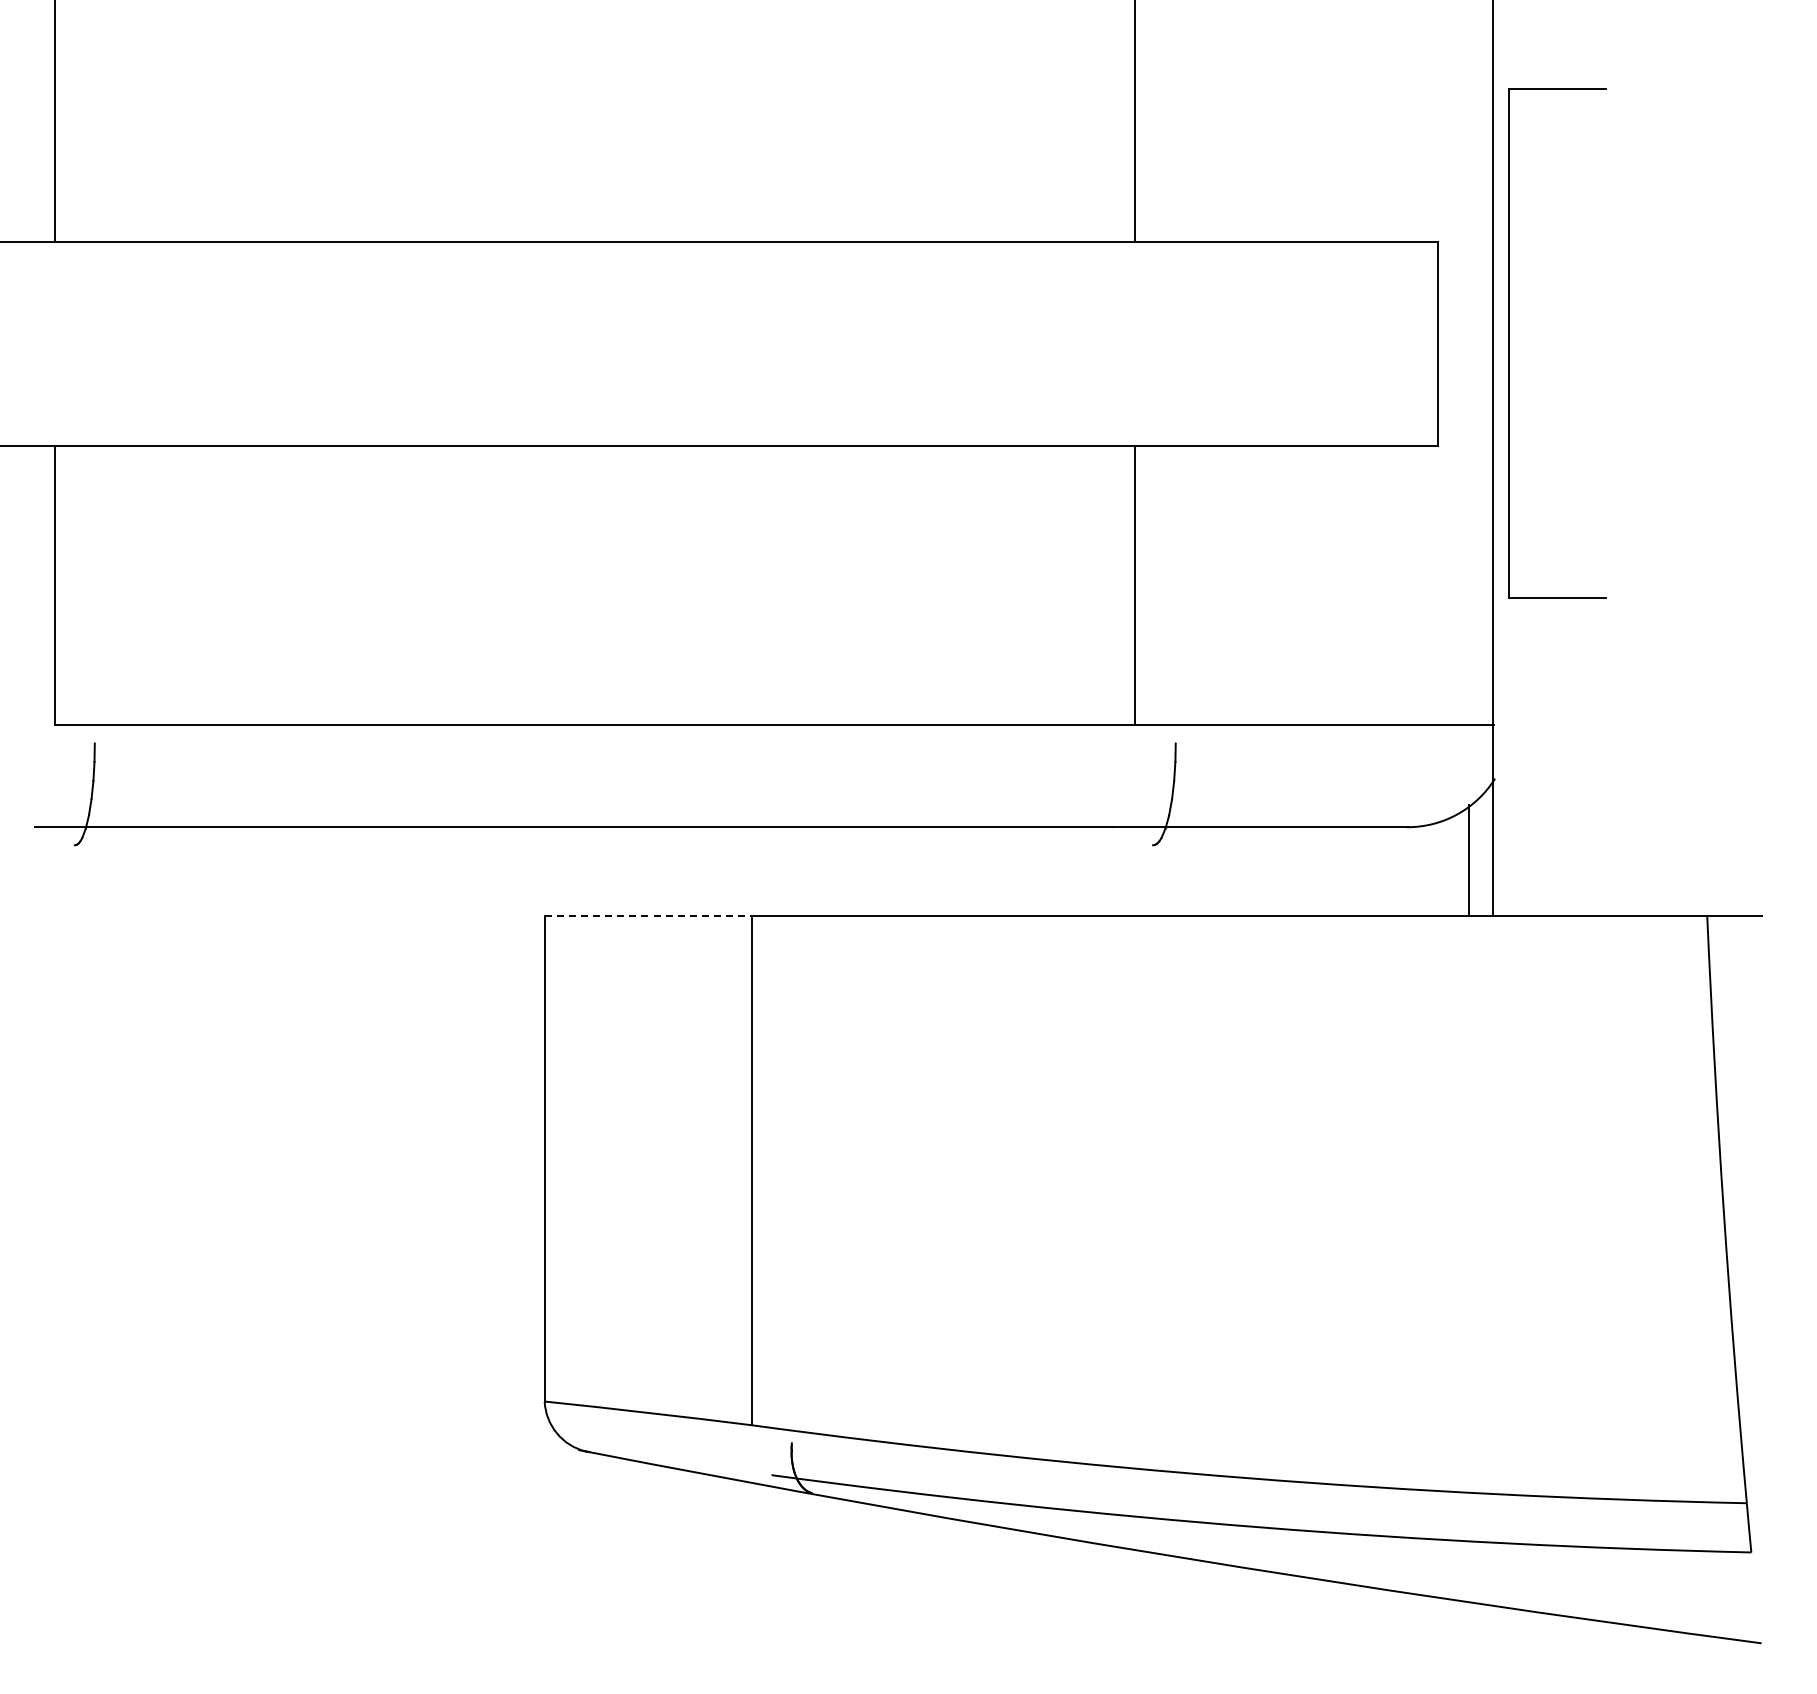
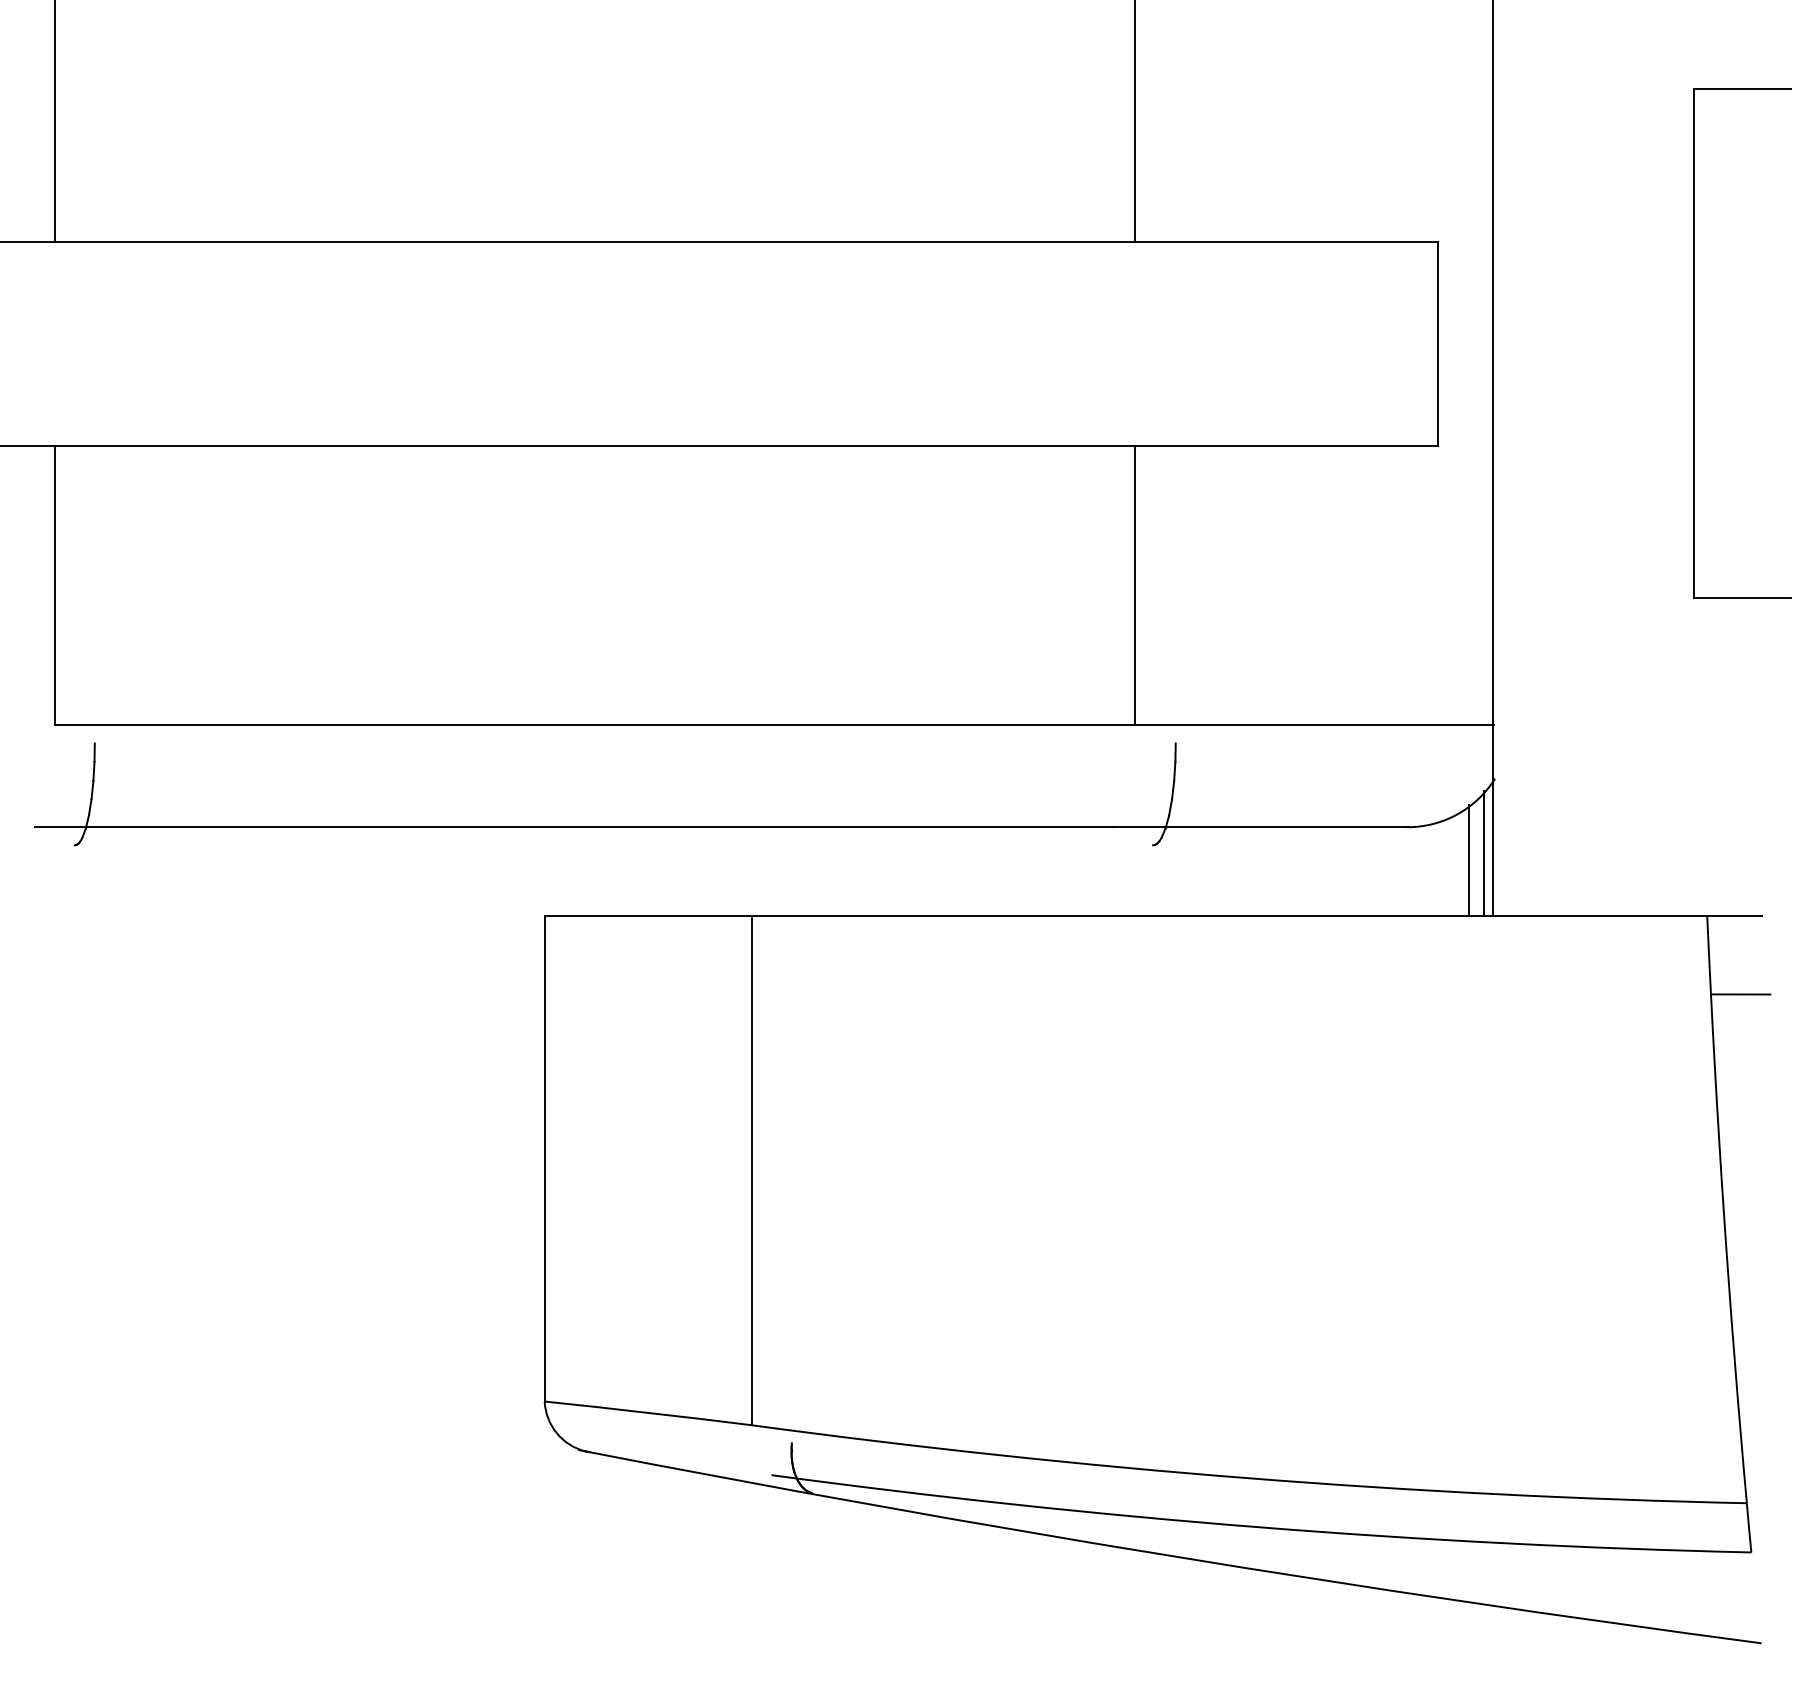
part at (1509, 343) position: (1509, 343) -> (1694, 343)
line at (1484, 853): none -> present
line at (648, 916): dashed -> solid
line at (1740, 994): none -> present
